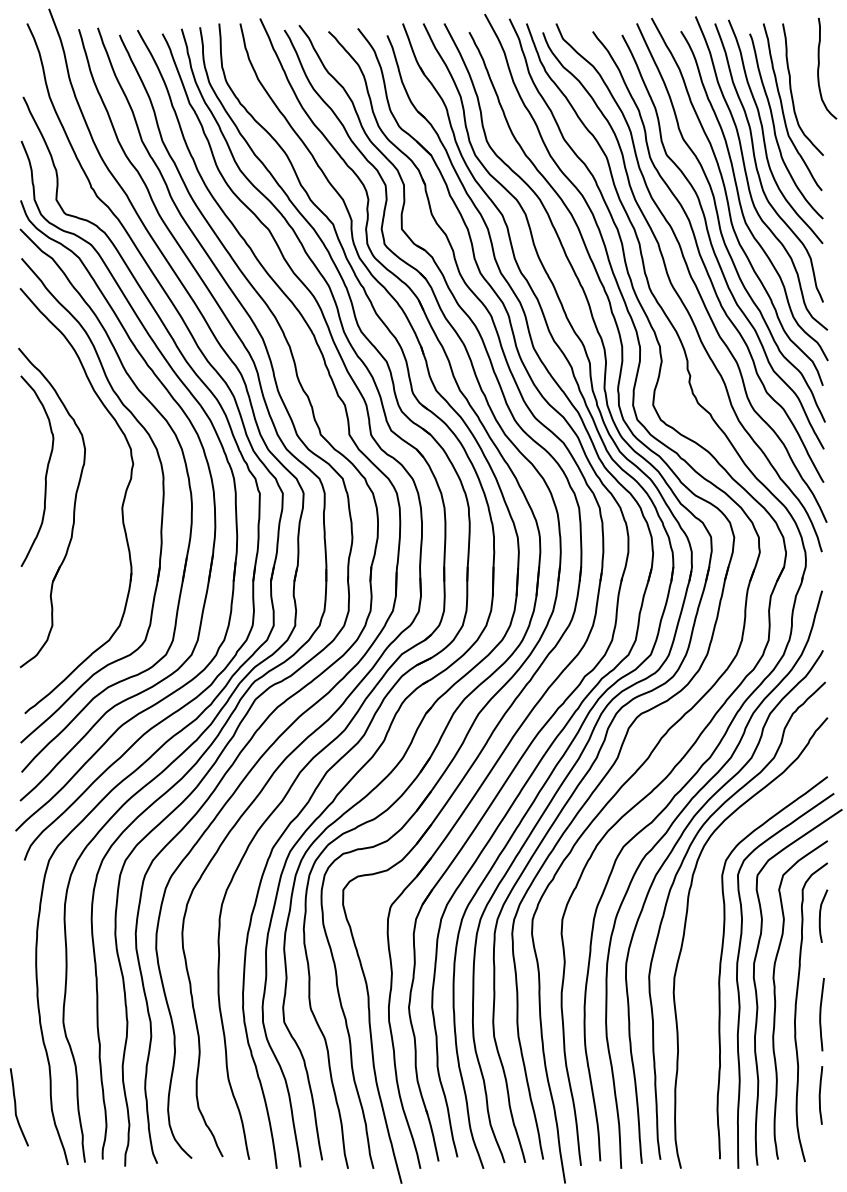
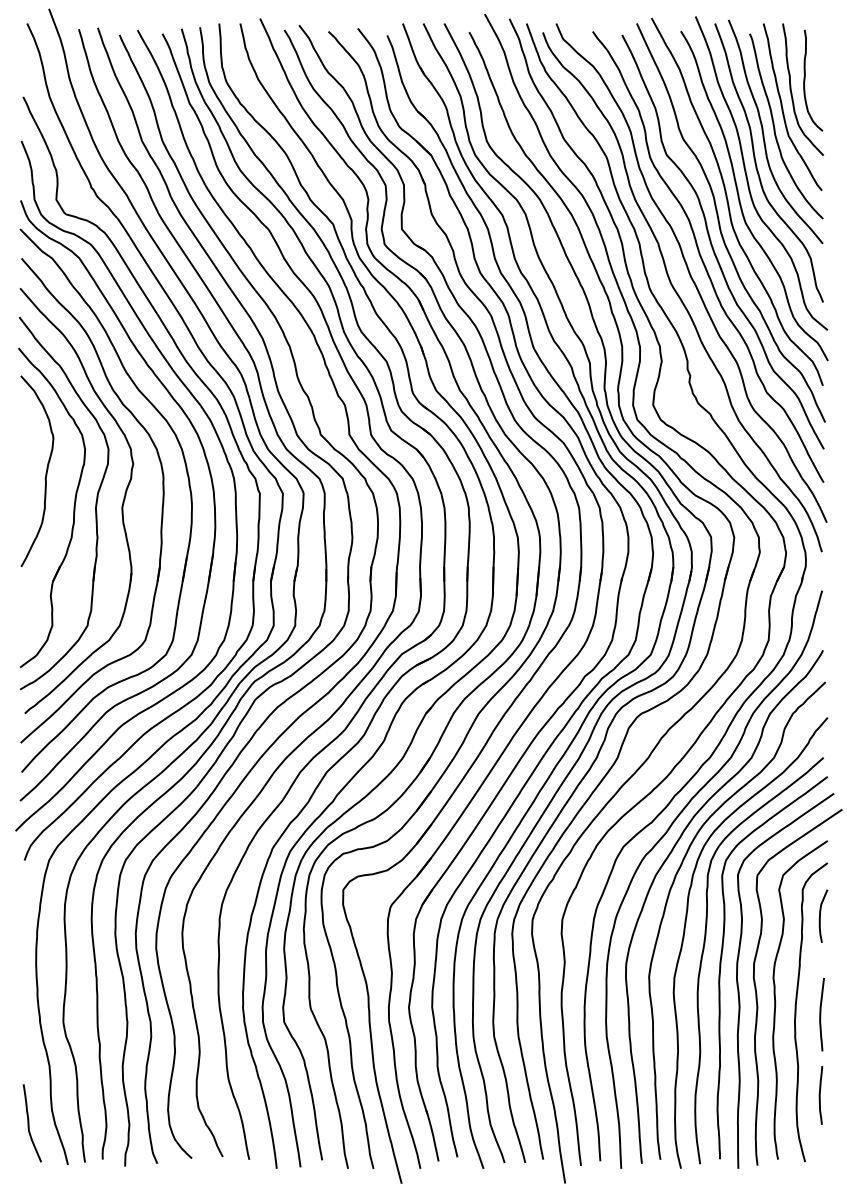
curve at (819, 68) position: (819, 68) -> (805, 80)
part at (95, 503): none -> present
curve at (704, 950): none -> present
curve at (16, 1107) position: (16, 1107) -> (29, 1123)
